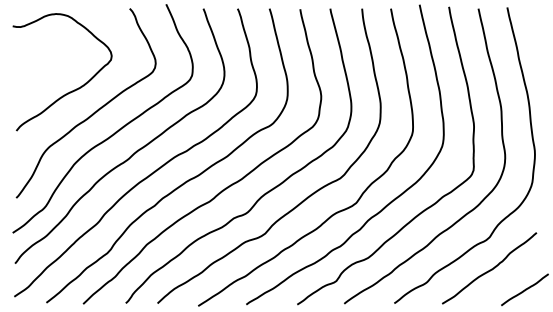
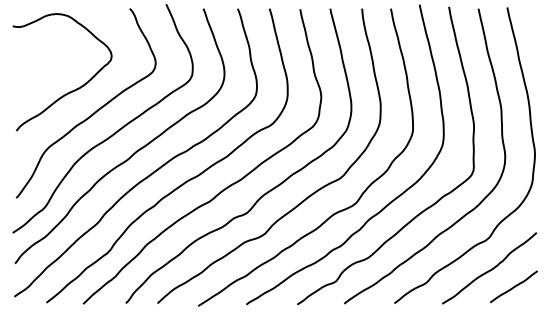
curve at (524, 289) position: (524, 289) -> (513, 286)
